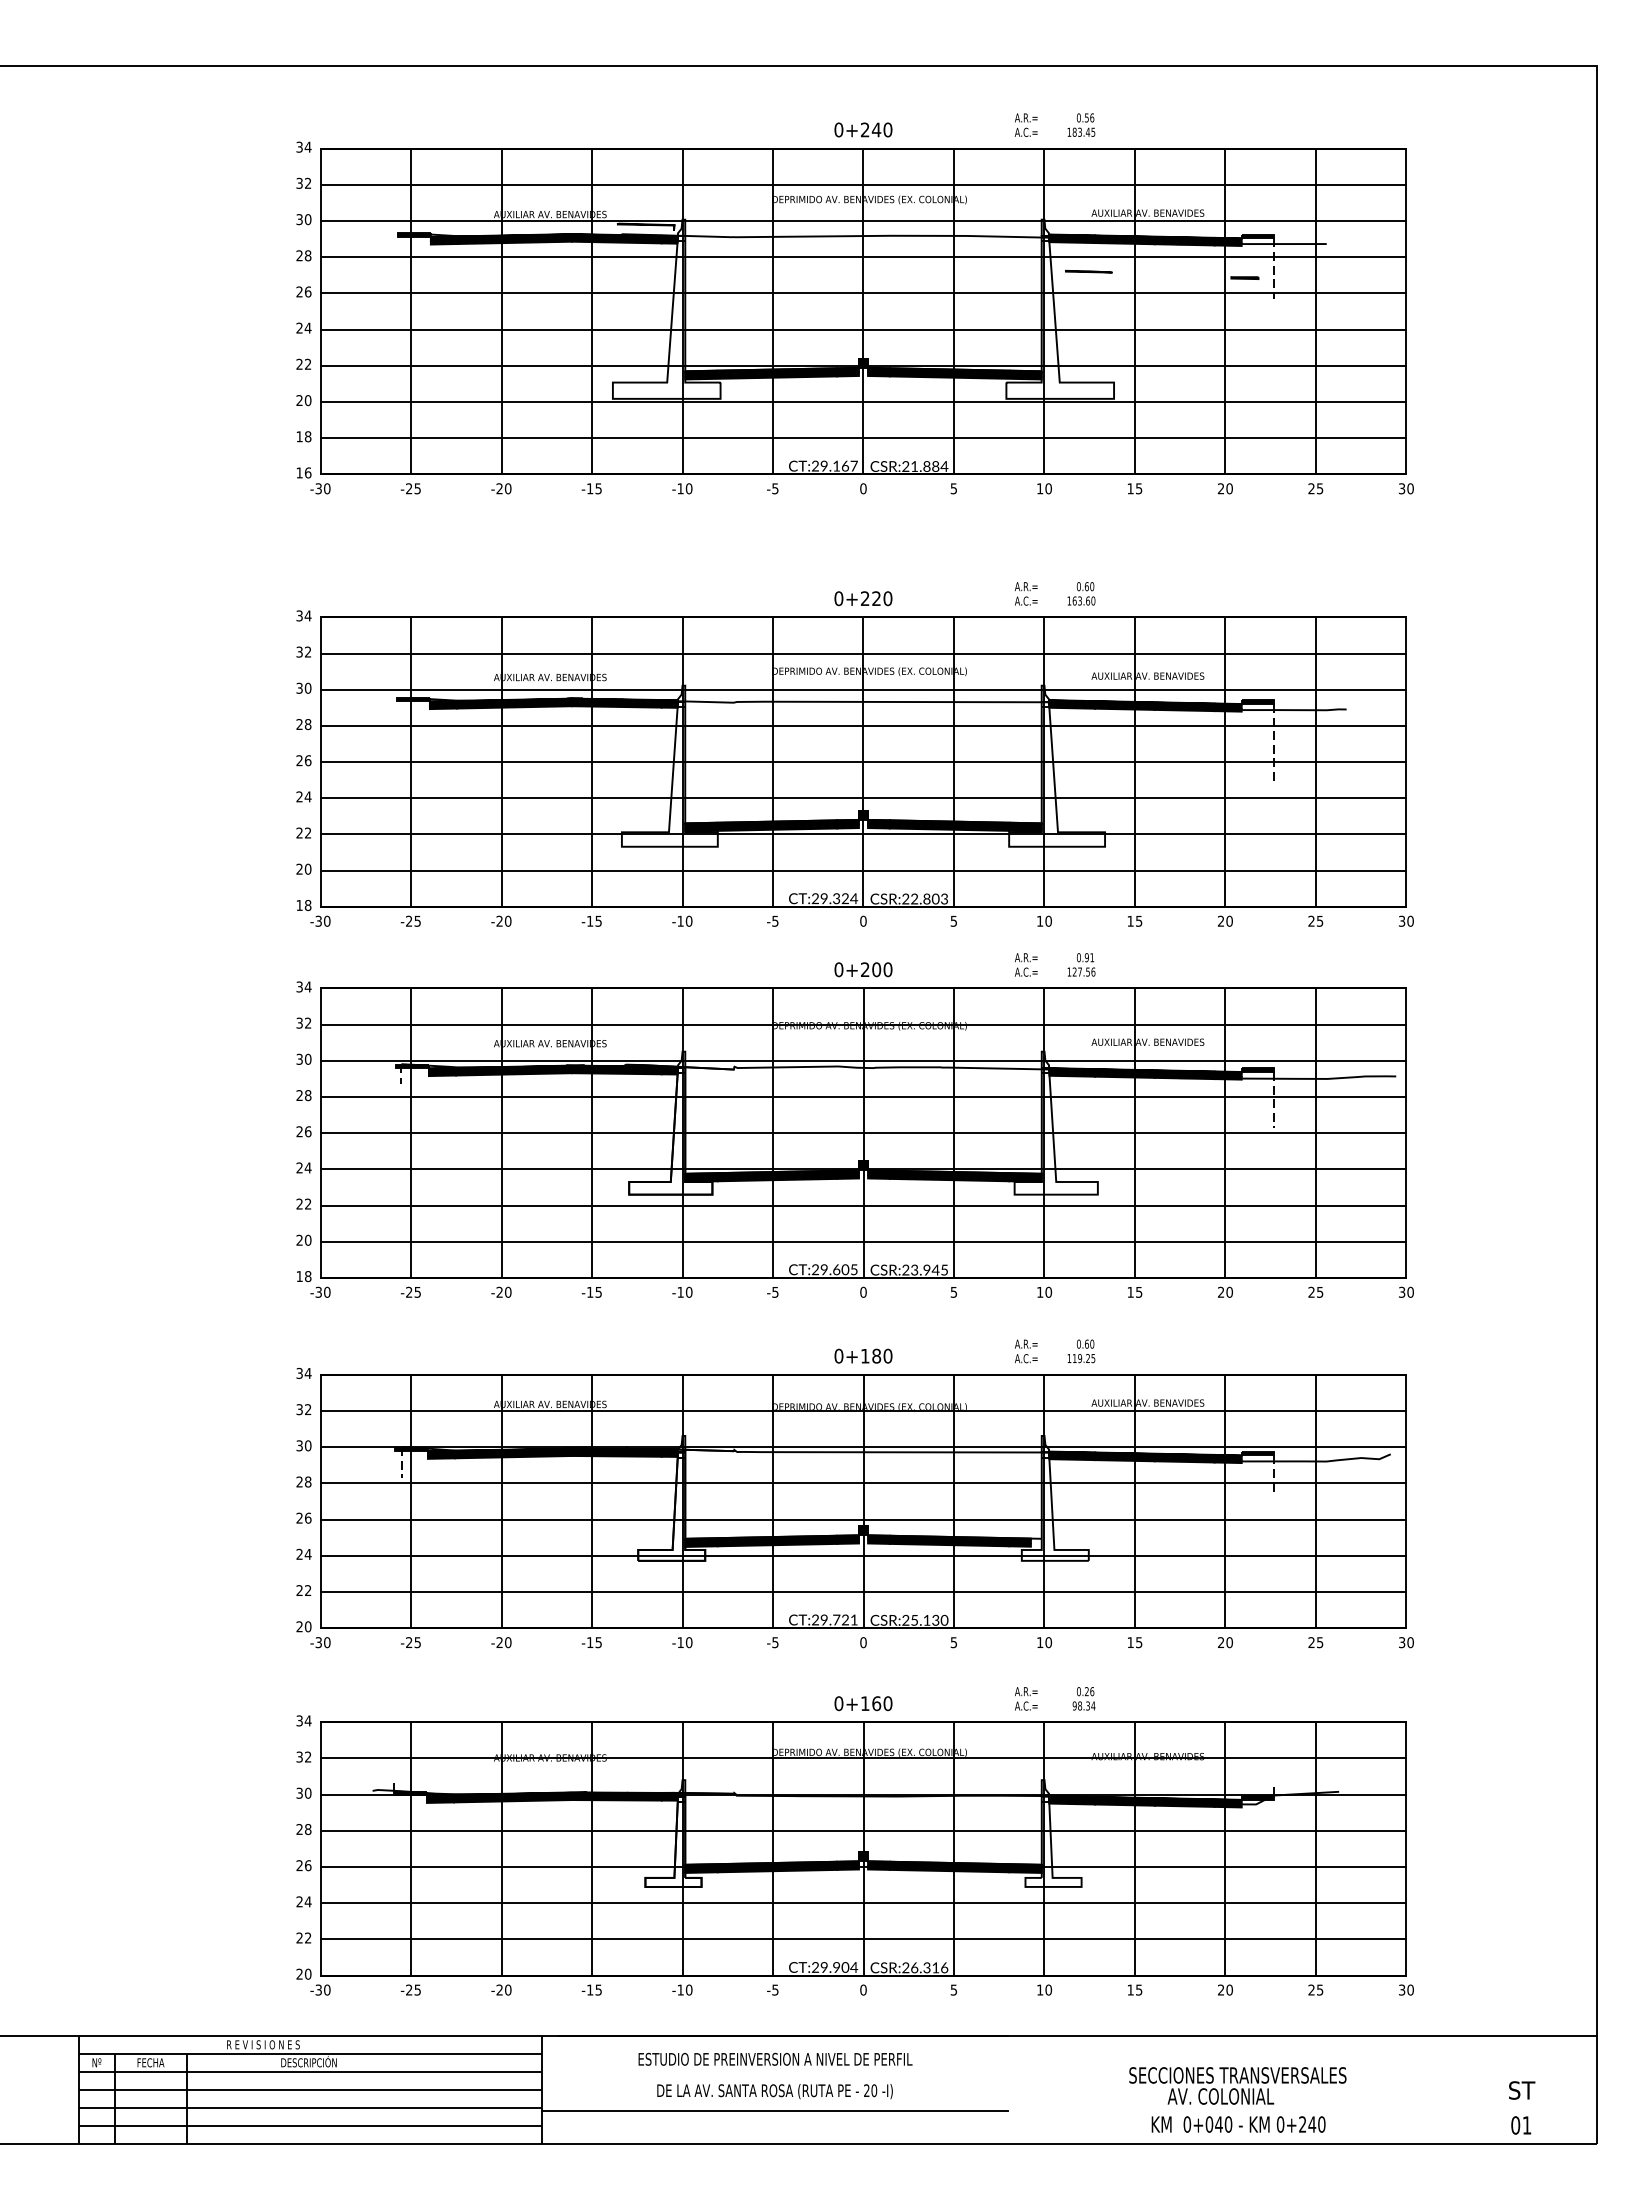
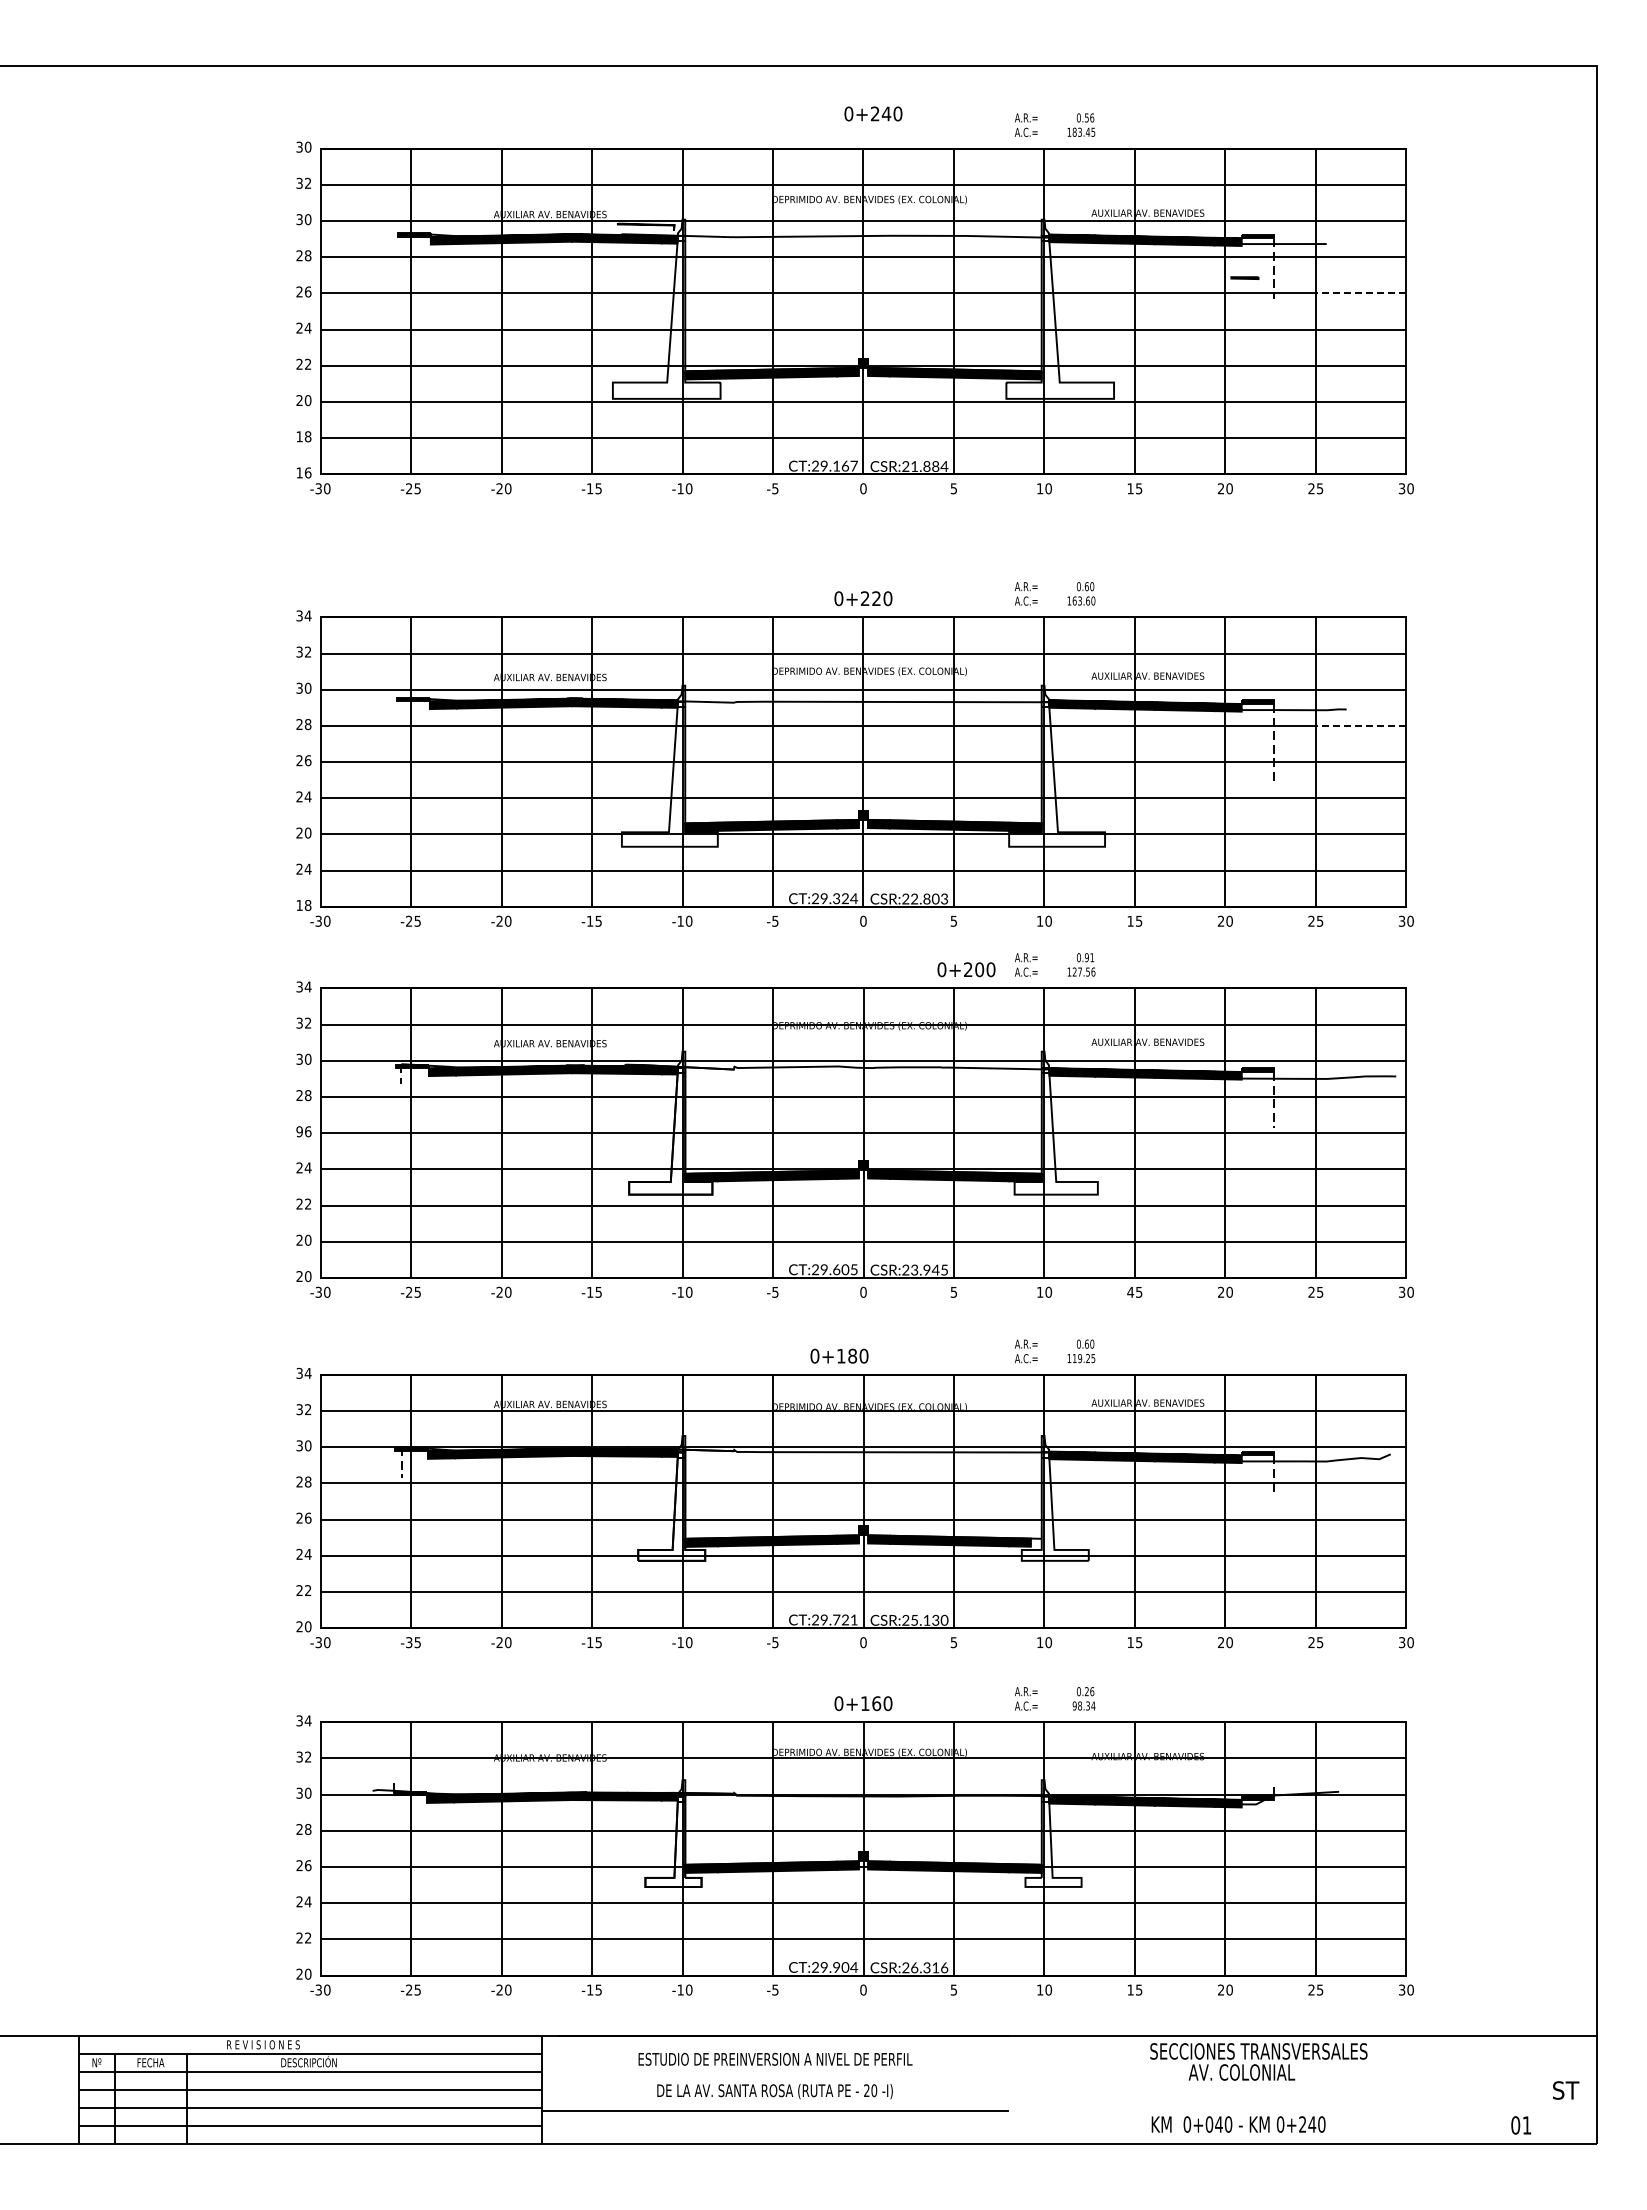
text at (863, 129) position: (863, 129) -> (873, 113)
text at (307, 146): 34 -> 30
line at (1088, 271): present -> none
line at (1360, 293): solid -> dashed
line at (1360, 725): solid -> dashed
text at (307, 832): 22 -> 20
text at (307, 868): 20 -> 24
text at (863, 969) position: (863, 969) -> (966, 969)
text at (299, 1131): 26 -> 96
text at (303, 1276): 18 -> 20
text at (1130, 1292): 15 -> 45
text at (863, 1355) position: (863, 1355) -> (839, 1355)
text at (409, 1642): -25 -> -35
text at (1237, 2085) position: (1237, 2085) -> (1258, 2061)
text at (1522, 2090) position: (1522, 2090) -> (1566, 2090)
